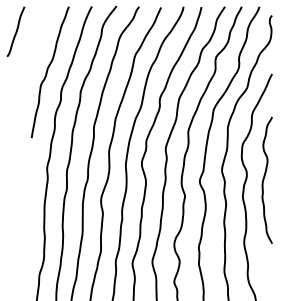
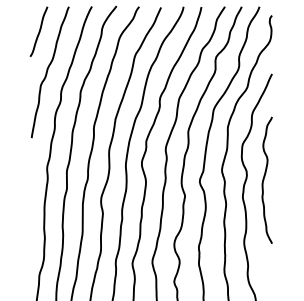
line at (15, 31) position: (15, 31) -> (38, 31)
